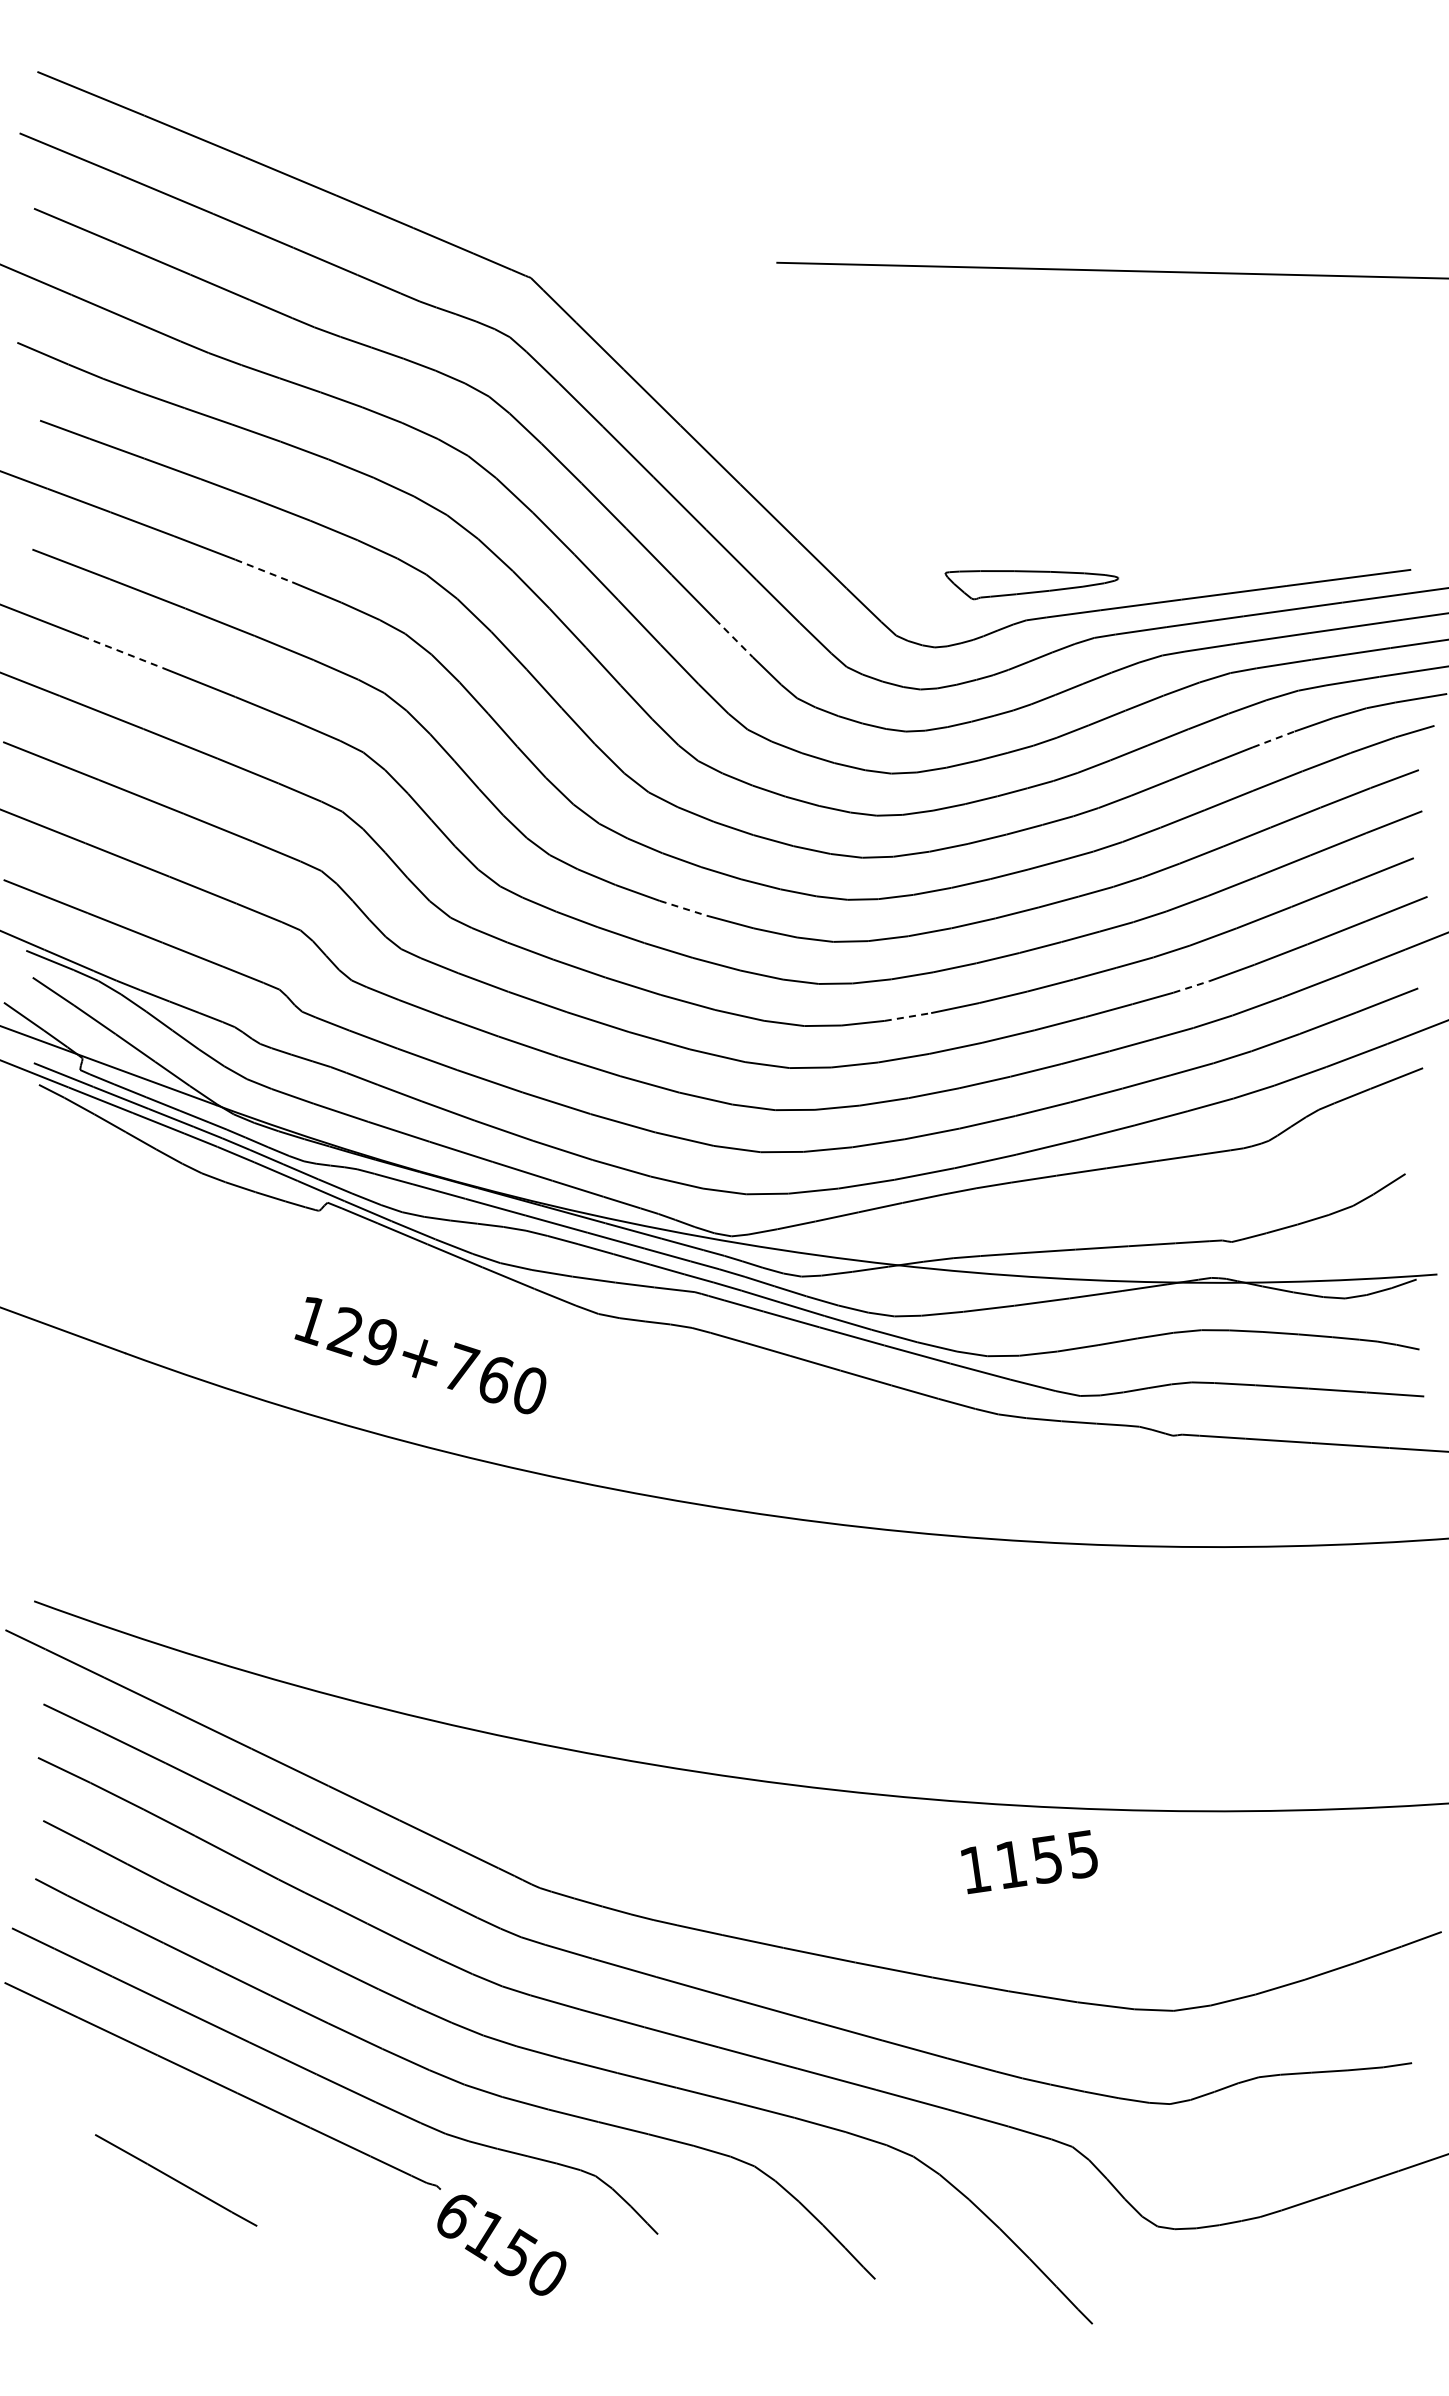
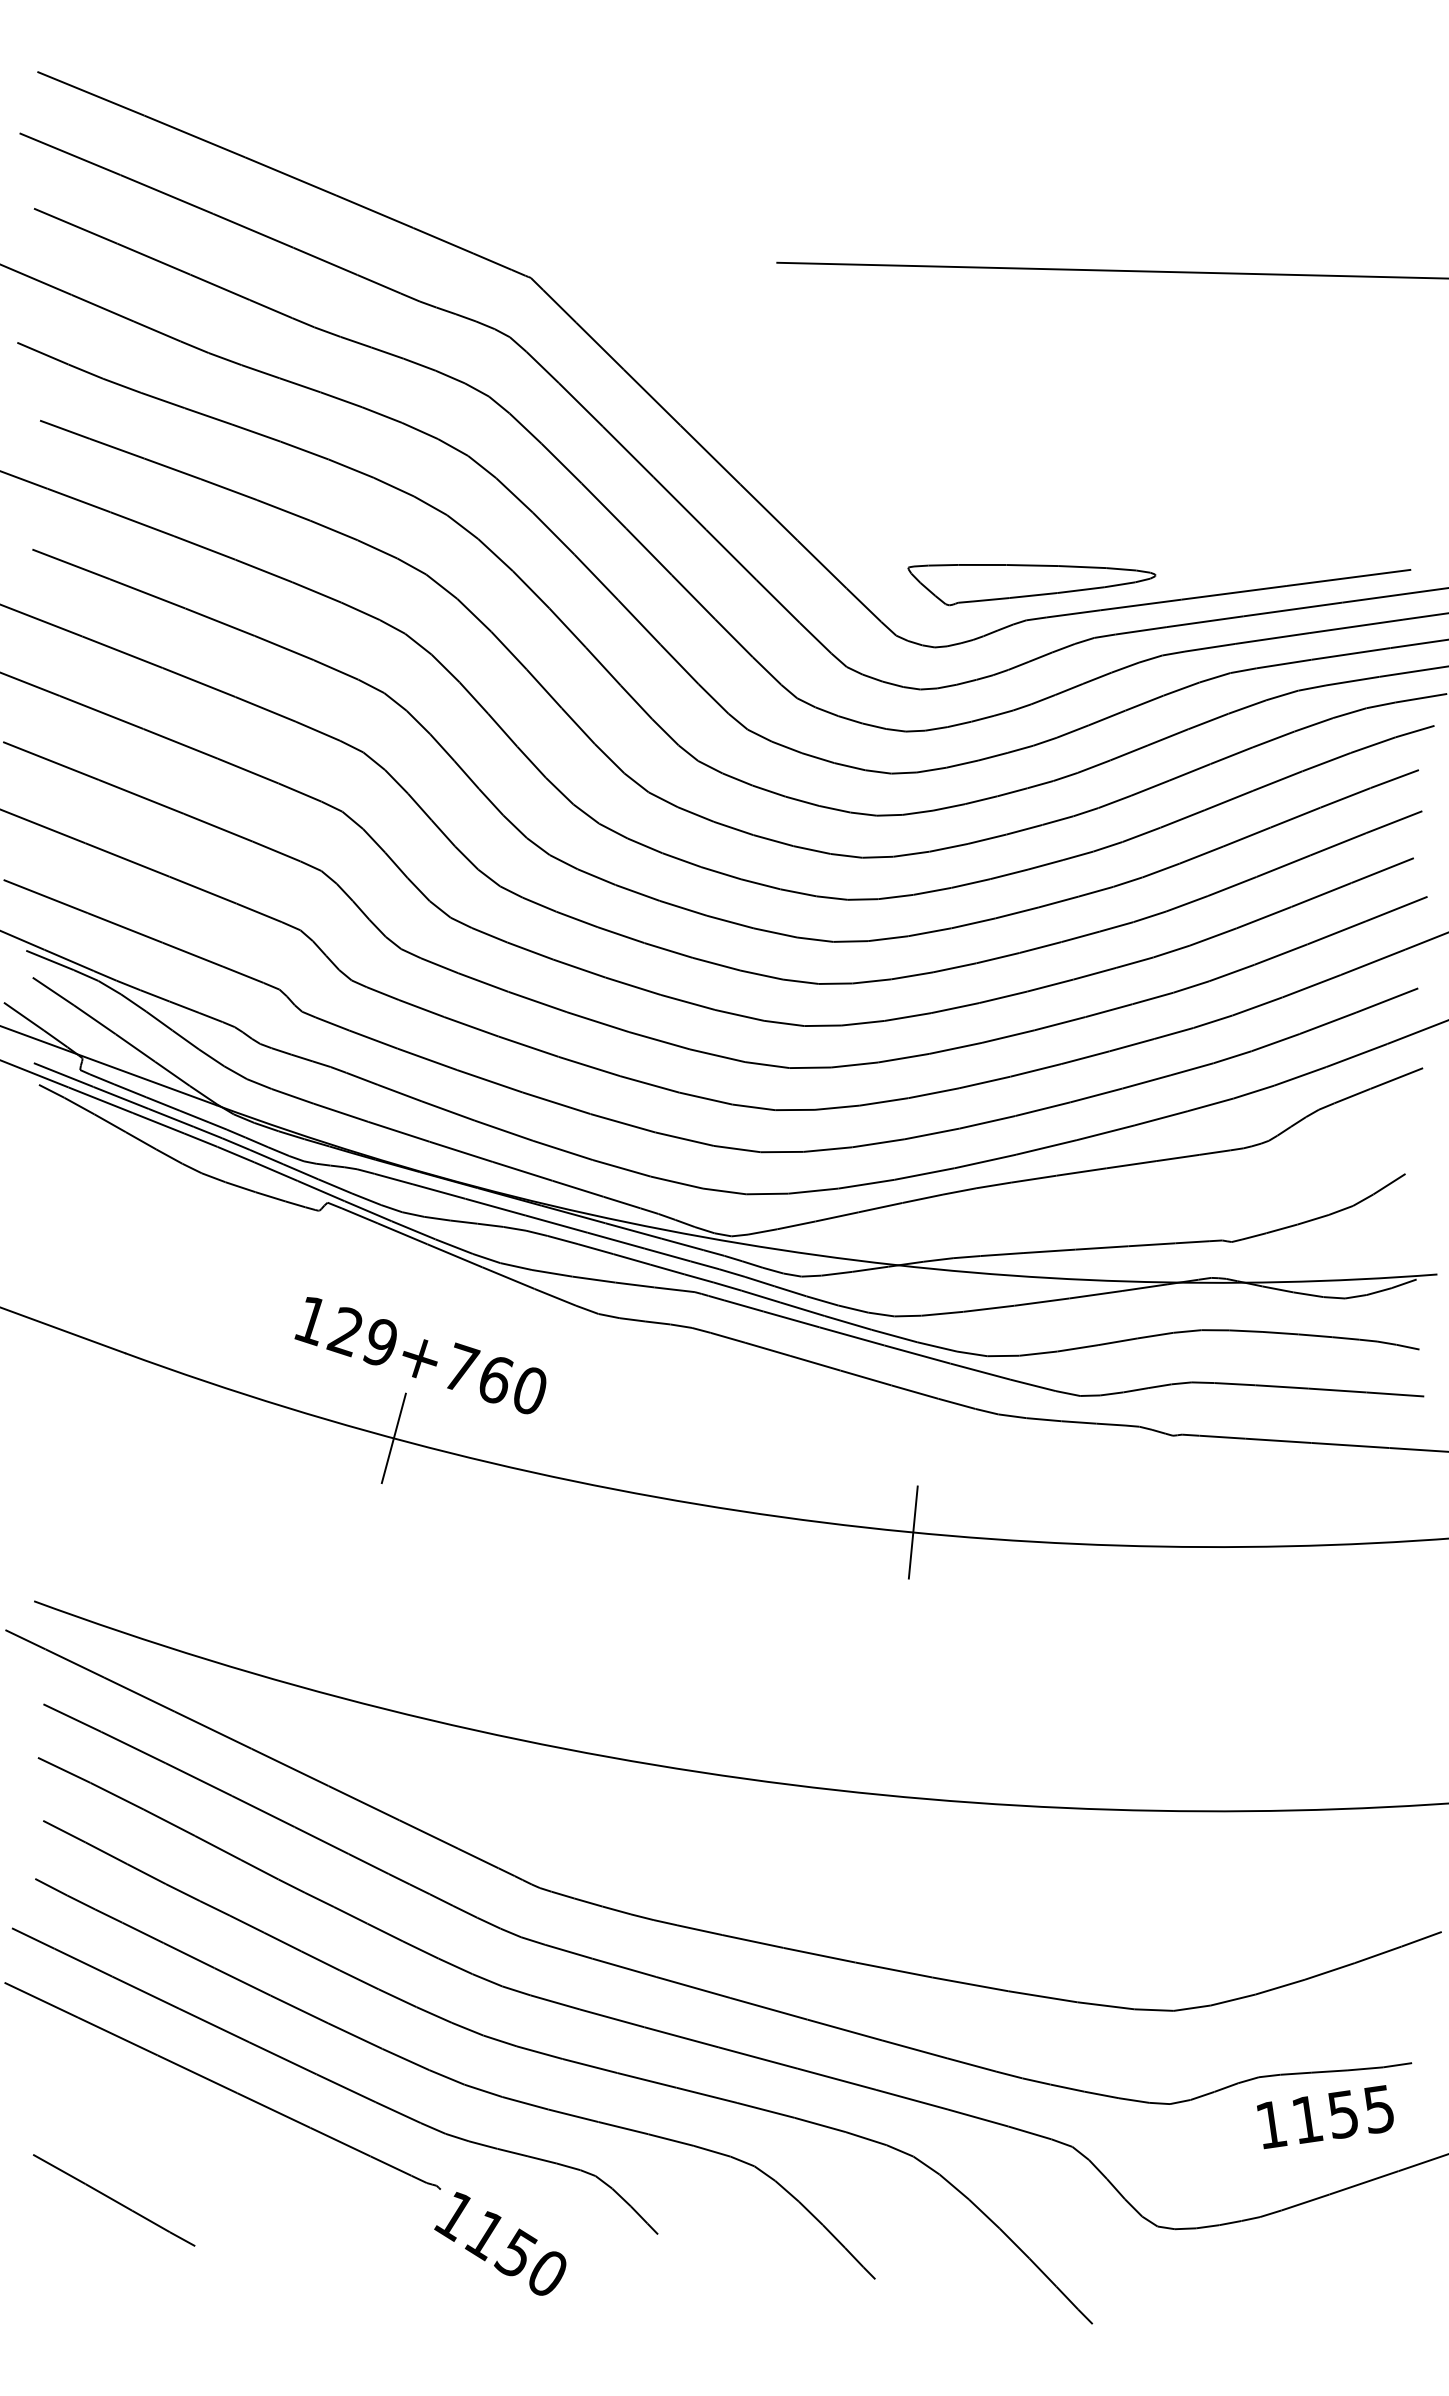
line at (264, 571): dashed -> solid
part at (1031, 585) size: 176x31 px -> 250x43 px
line at (734, 638): dashed -> solid
line at (122, 652): dashed -> solid
line at (1274, 739): dashed -> solid
line at (683, 908): dashed -> solid
line at (1191, 986): dashed -> solid
line at (908, 1016): dashed -> solid
line at (393, 1438): none -> present
line at (912, 1532): none -> present
text at (1029, 1862) position: (1029, 1862) -> (1325, 2117)
line at (176, 2180) position: (176, 2180) -> (114, 2200)
text at (455, 2216): 6150 -> 1150
